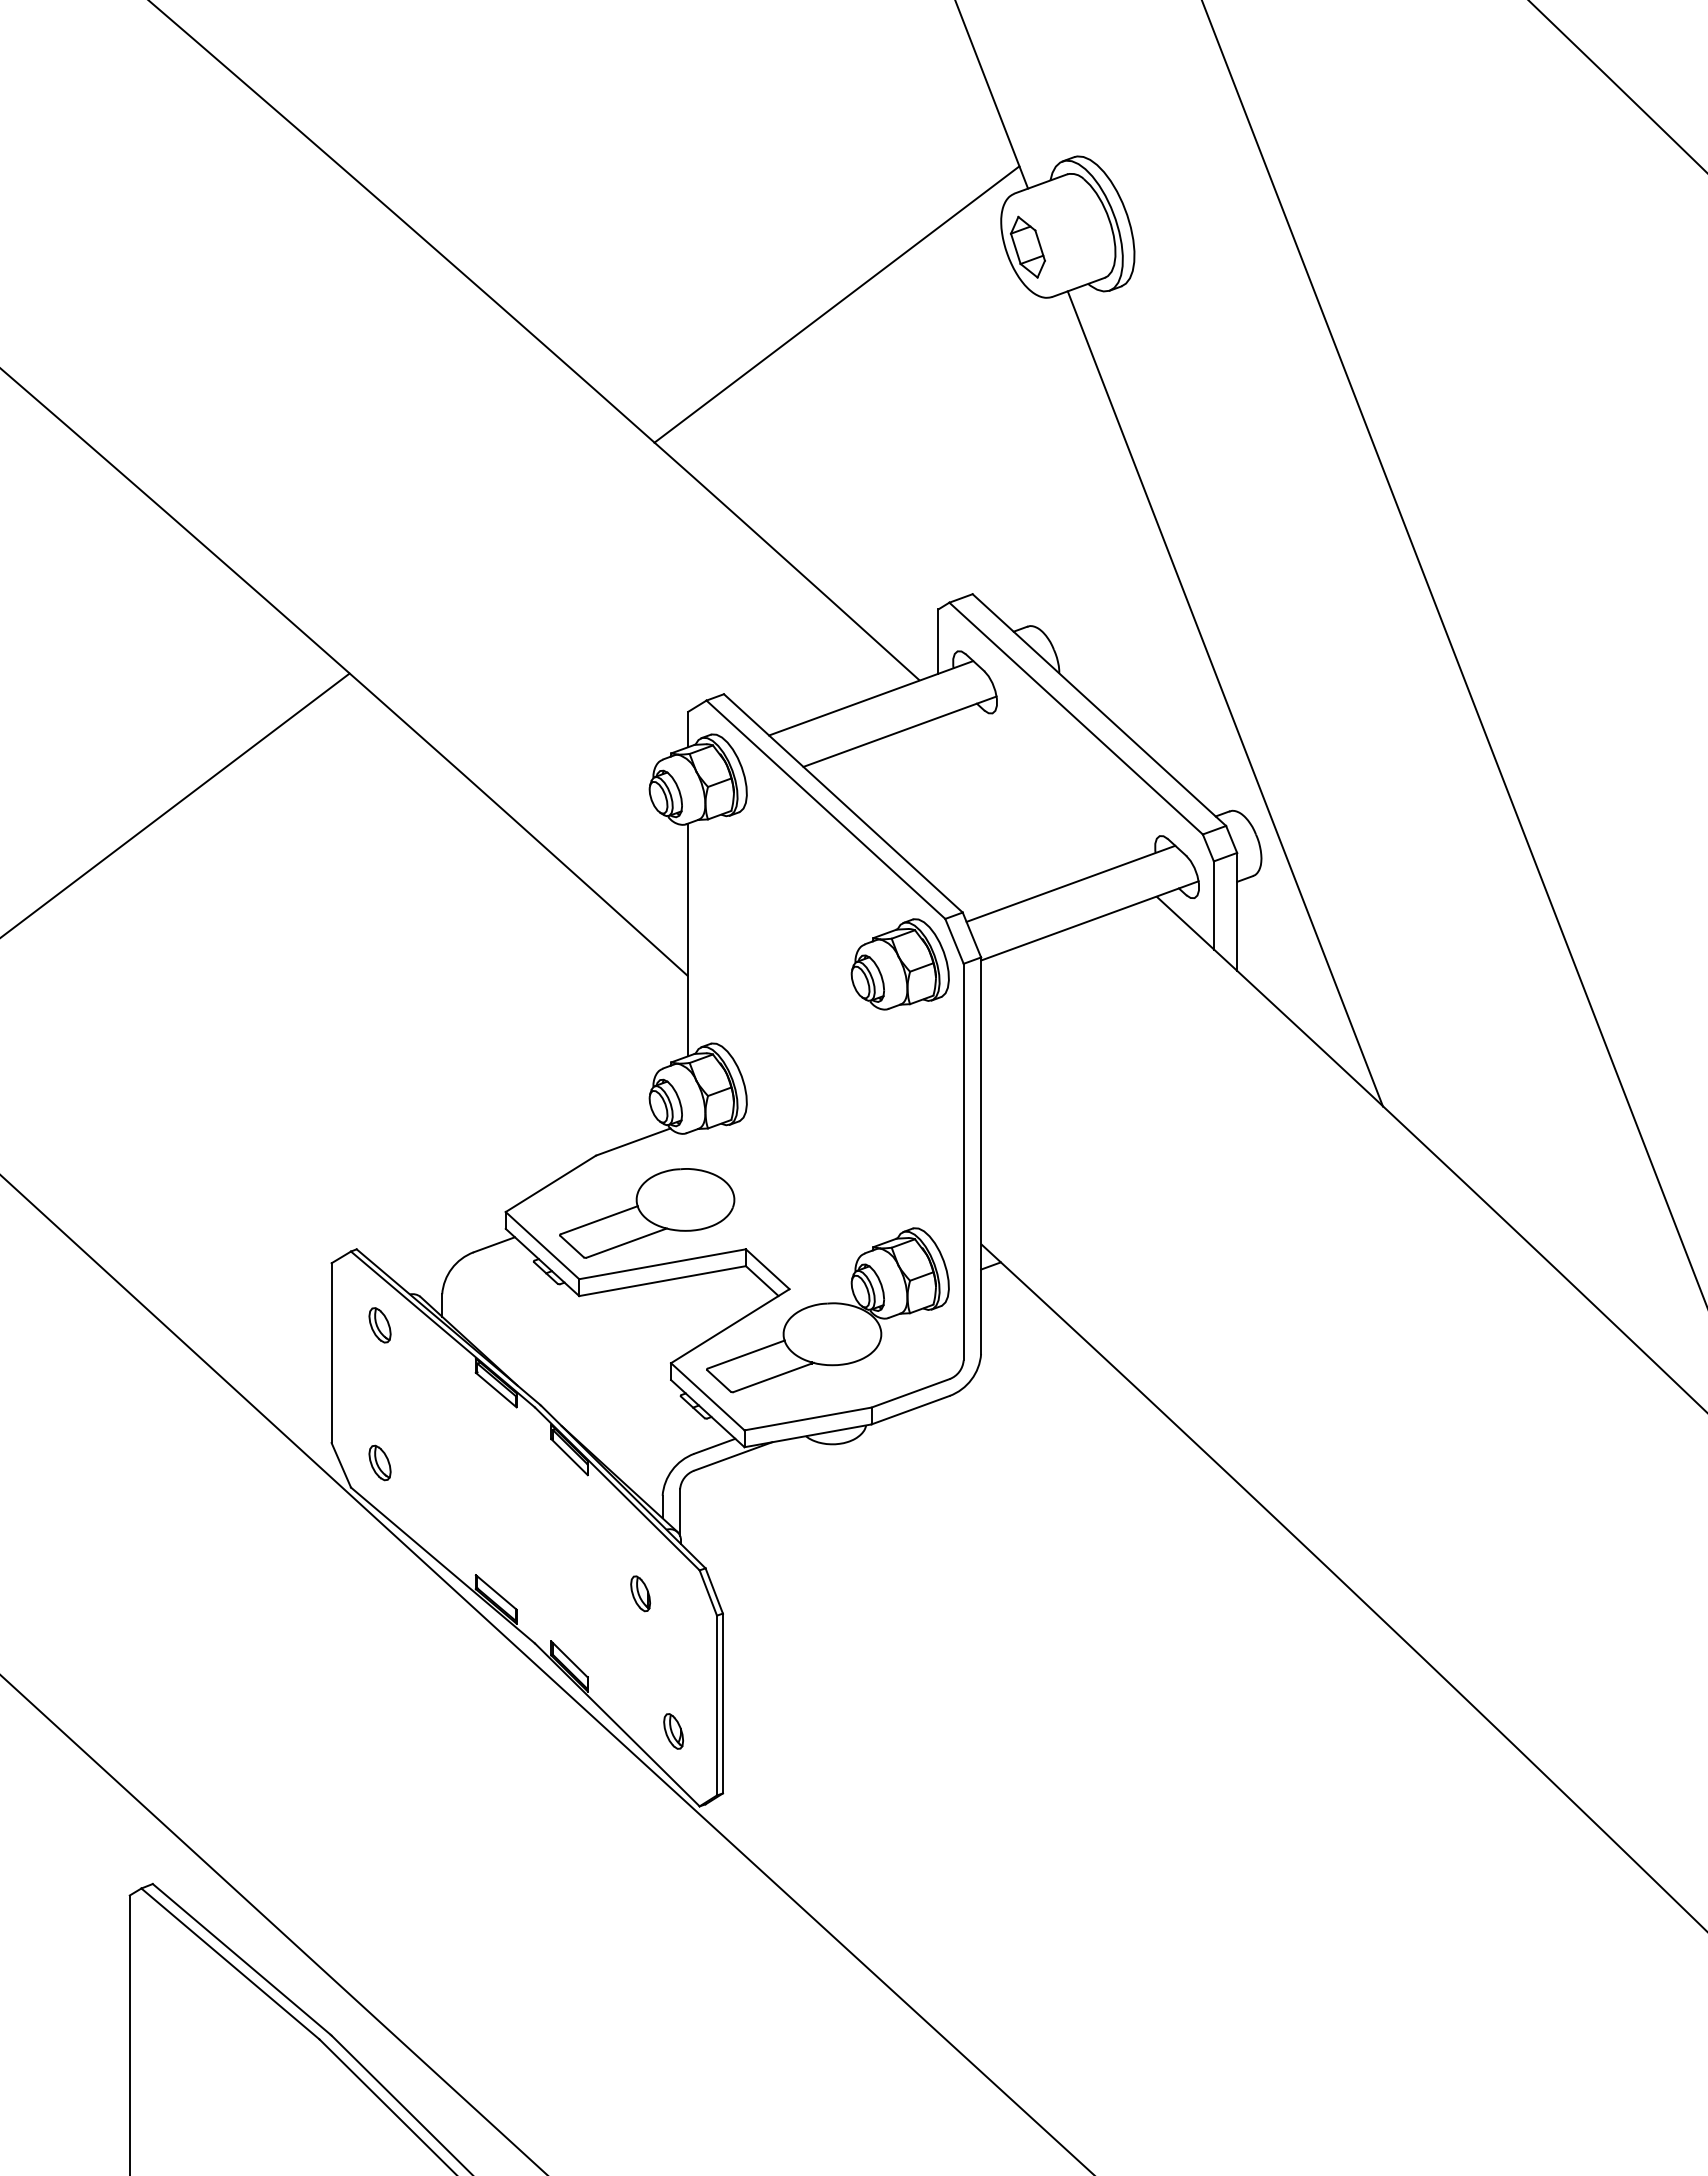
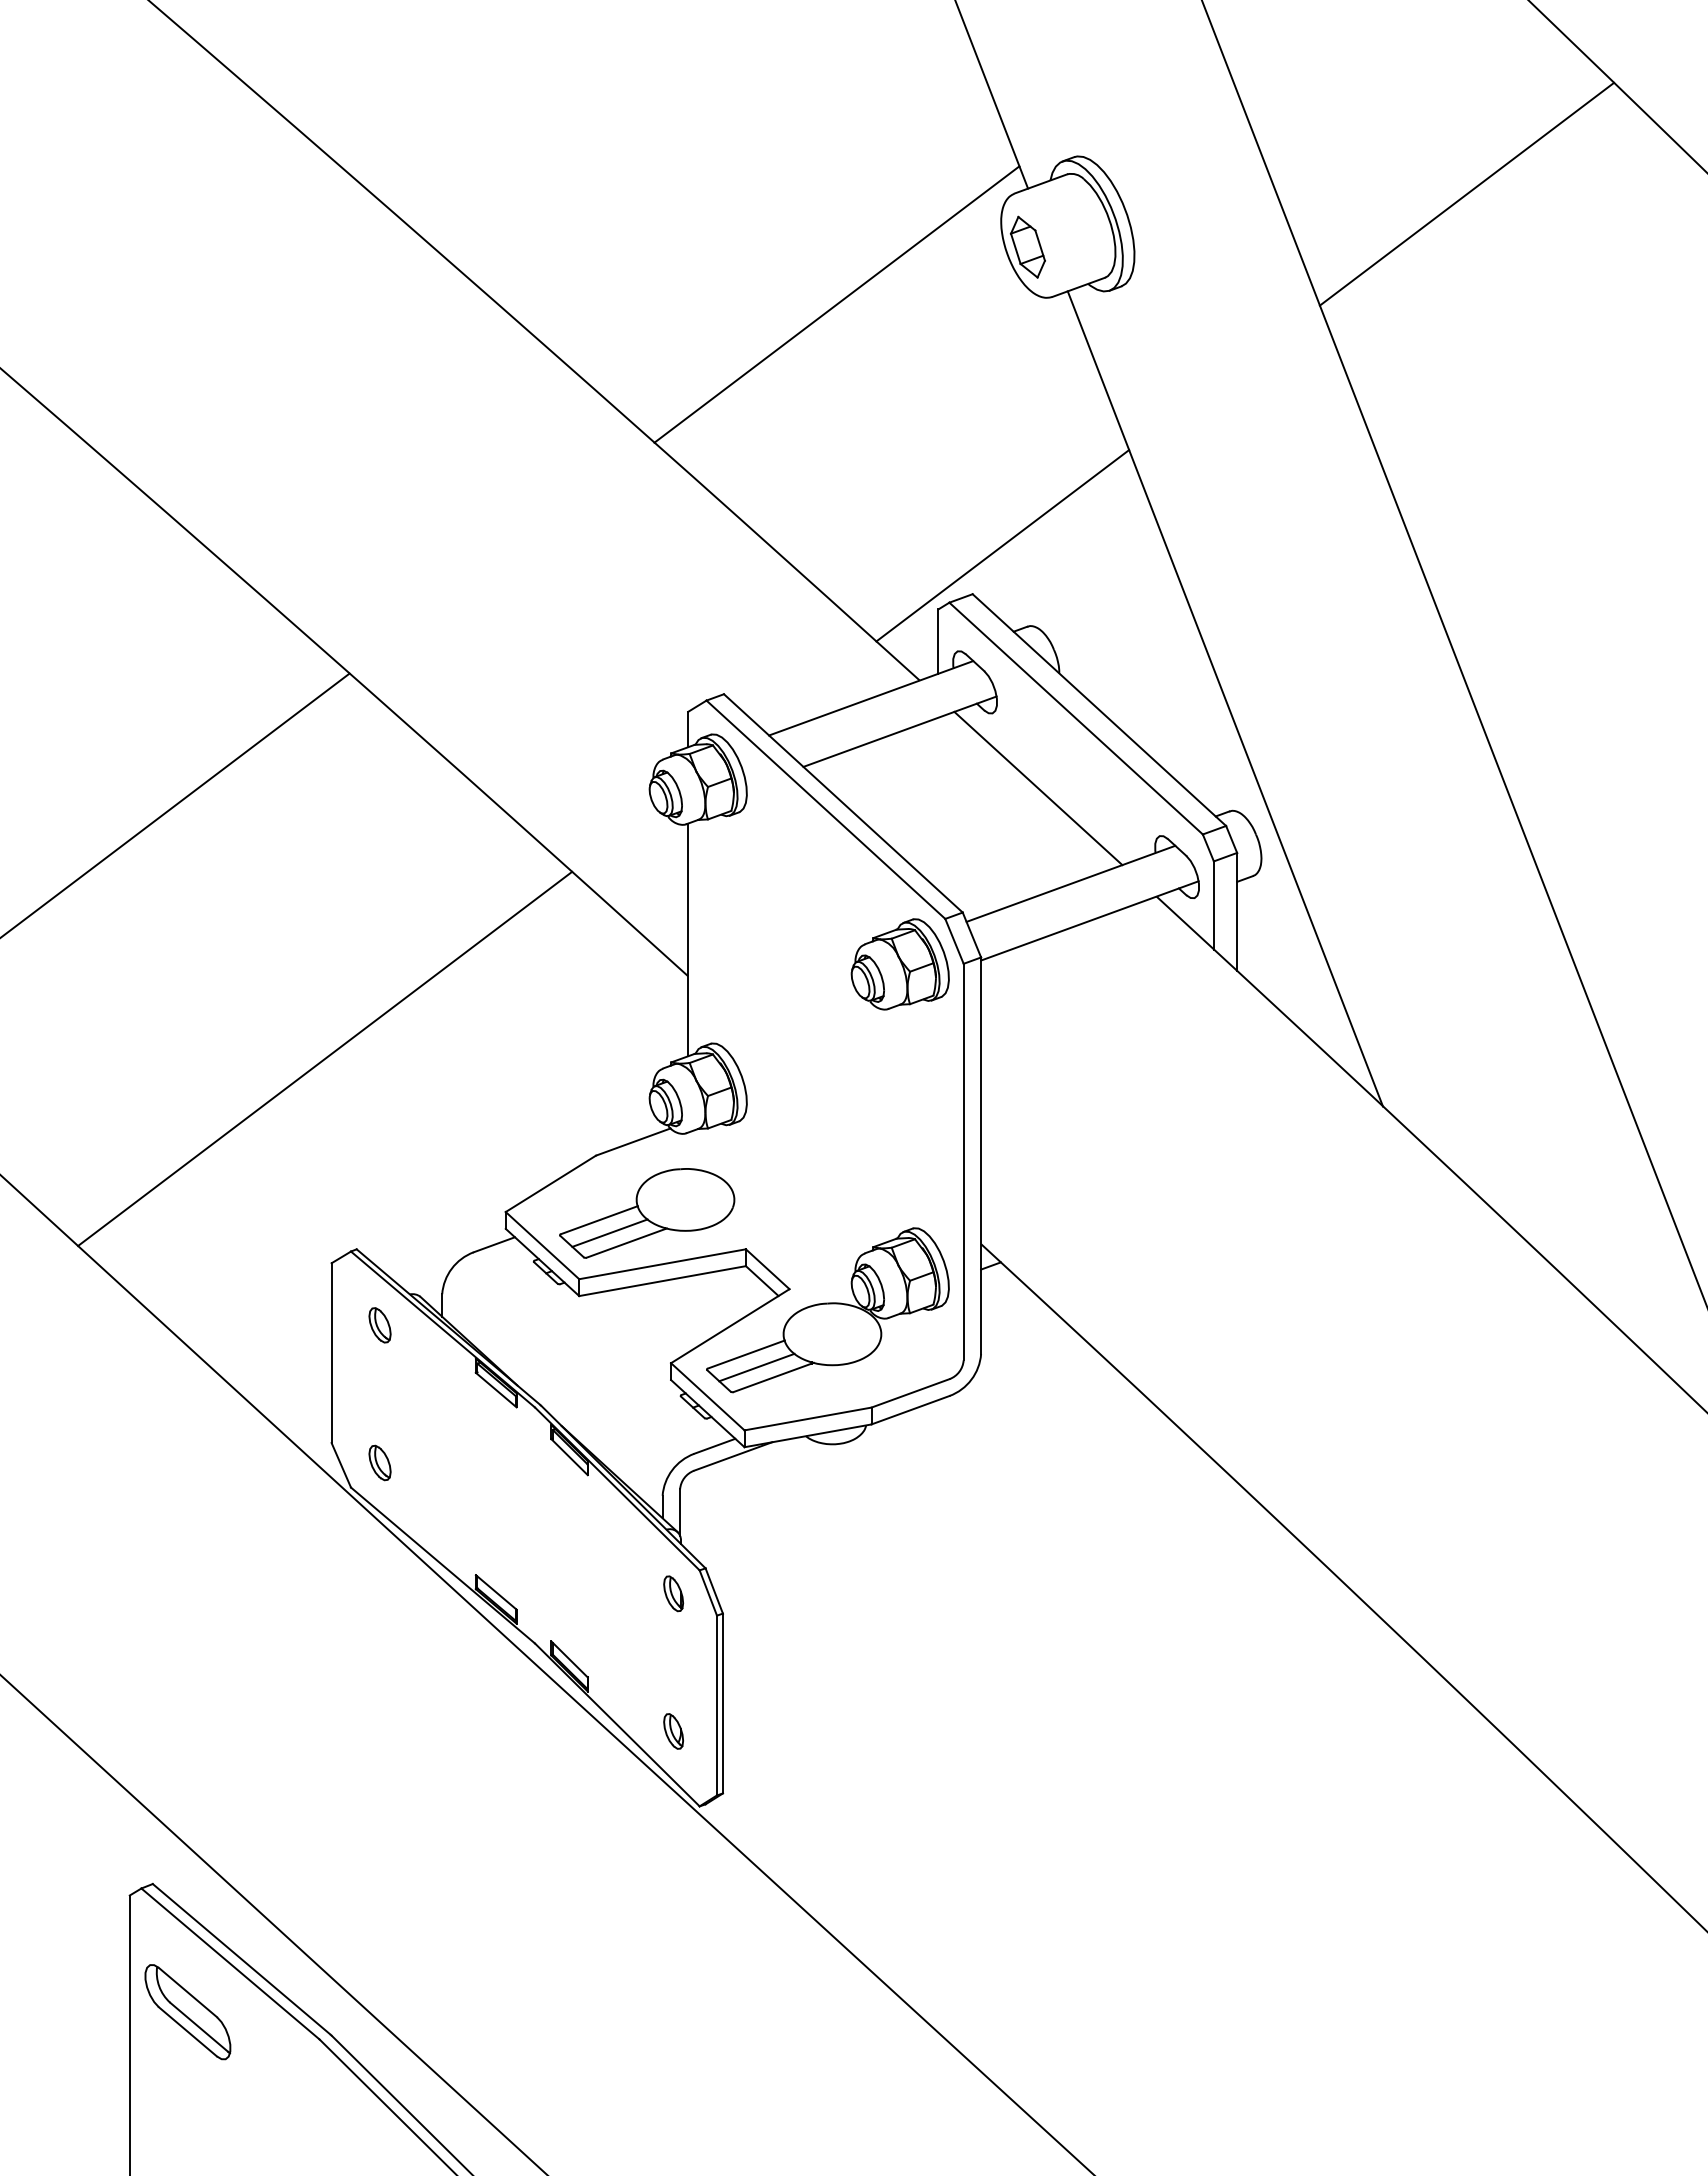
line at (1466, 193): none -> present
line at (1002, 545): none -> present
line at (1038, 788): none -> present
line at (325, 1058): none -> present
line at (609, 1232): none -> present
line at (756, 1367): none -> present
part at (640, 1593) position: (640, 1593) -> (673, 1593)
part at (187, 2012): none -> present
